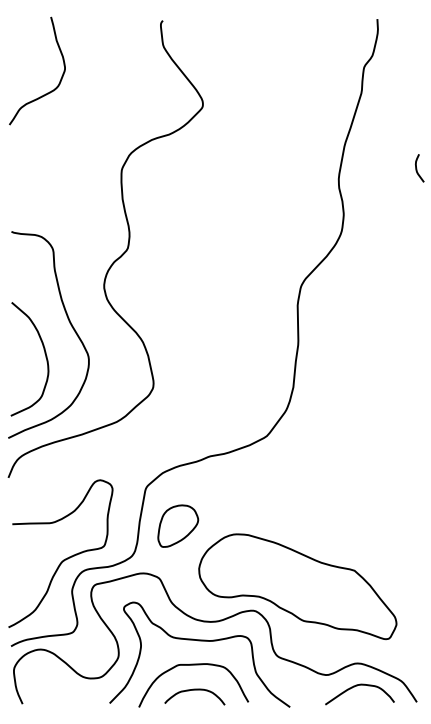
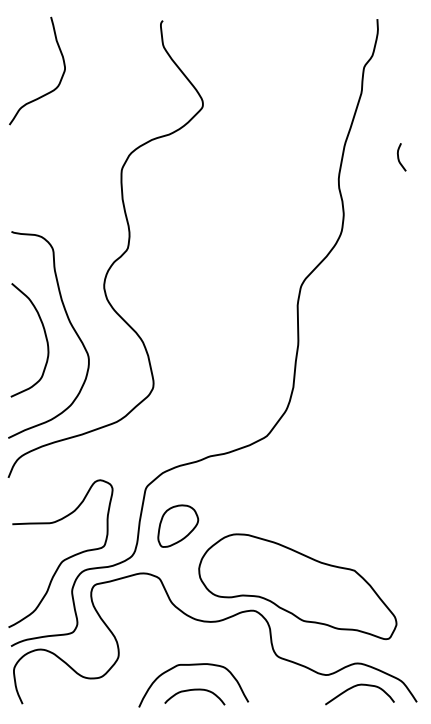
curve at (417, 168) position: (417, 168) -> (399, 157)
curve at (45, 357) position: (45, 357) -> (45, 338)
curve at (199, 641): present -> none
